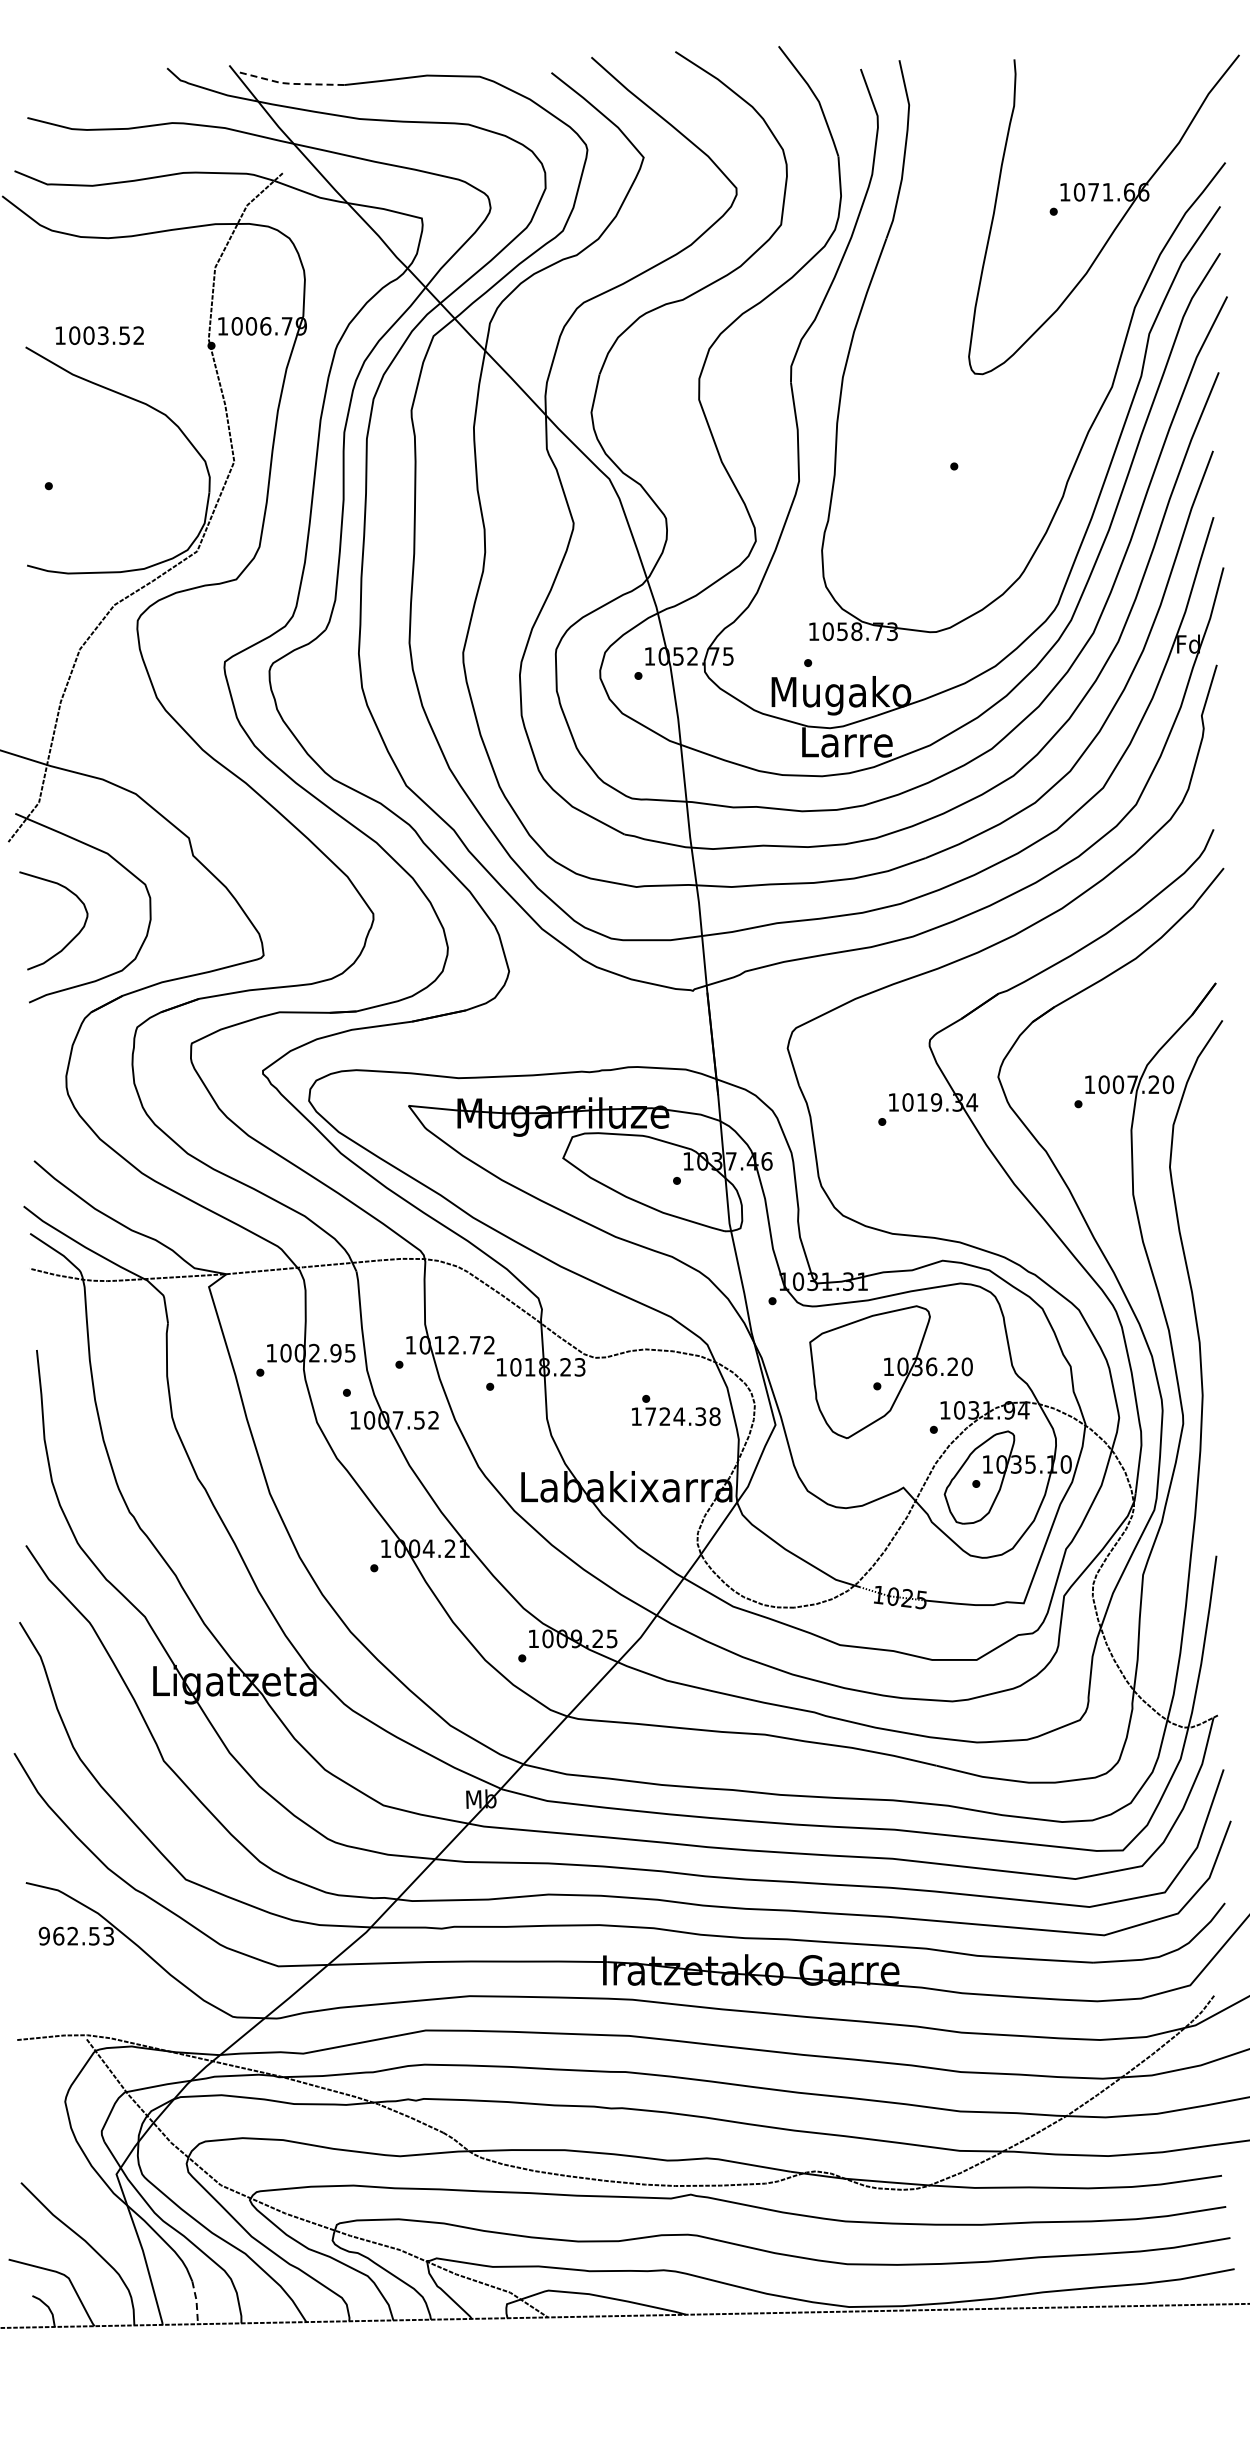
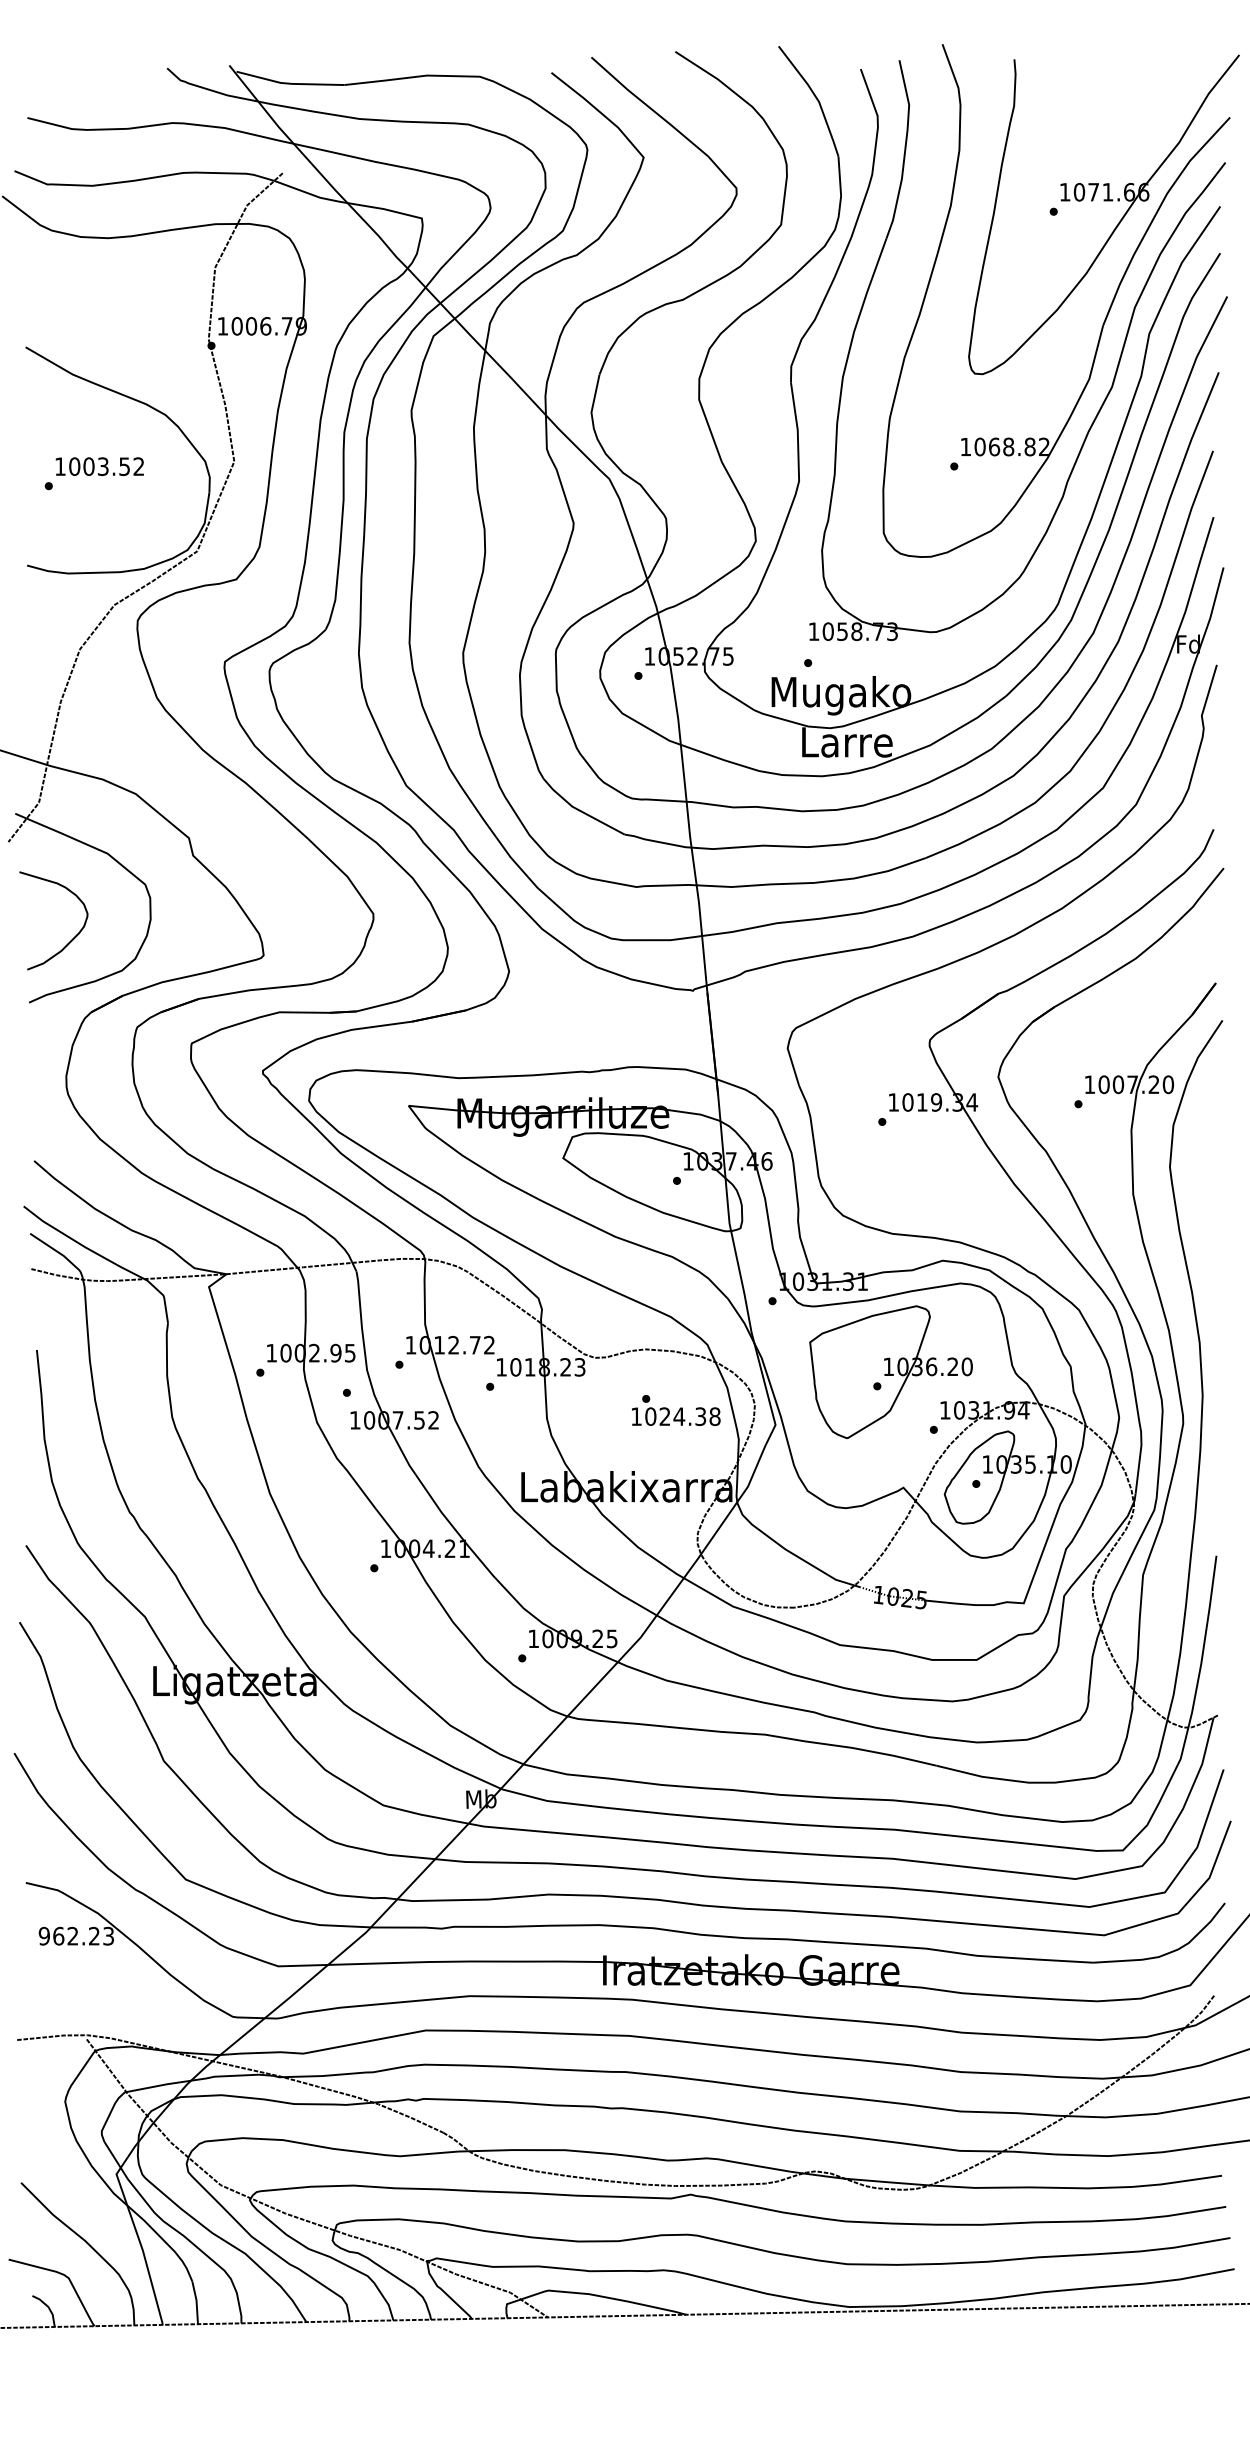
line at (288, 83): dashed -> solid
part at (1103, 321): none -> present
text at (99, 335) position: (99, 335) -> (99, 466)
text at (650, 1416): 1724.38 -> 1024.38
text at (94, 1935): 962.53 -> 962.23
line at (196, 2302): dashed -> solid
